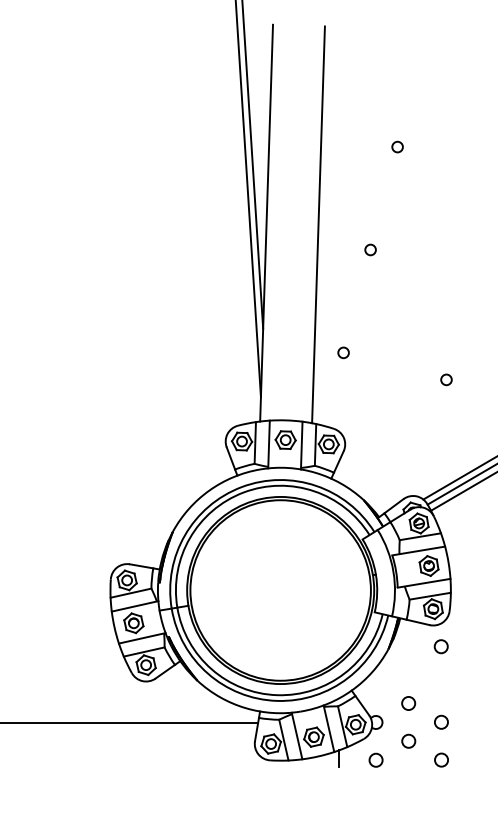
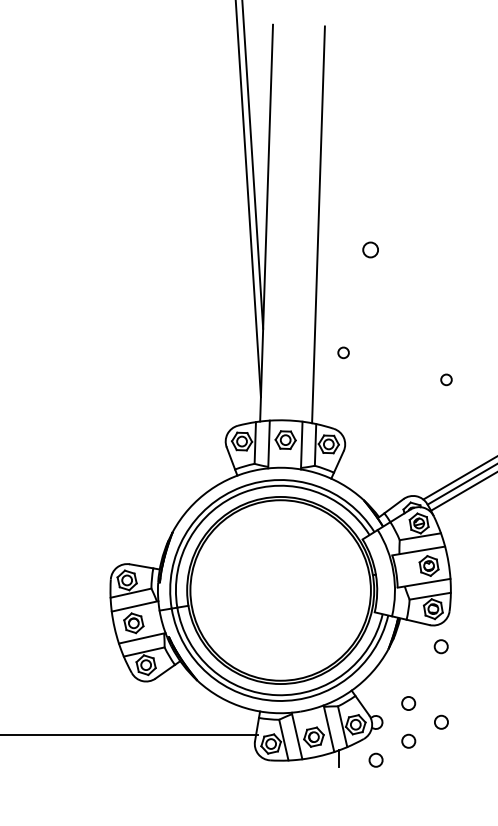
circle at (397, 146): present -> none
circle at (370, 249) size: 13x14 px -> 17x18 px
line at (130, 723) position: (130, 723) -> (130, 735)
circle at (441, 759): present -> none
